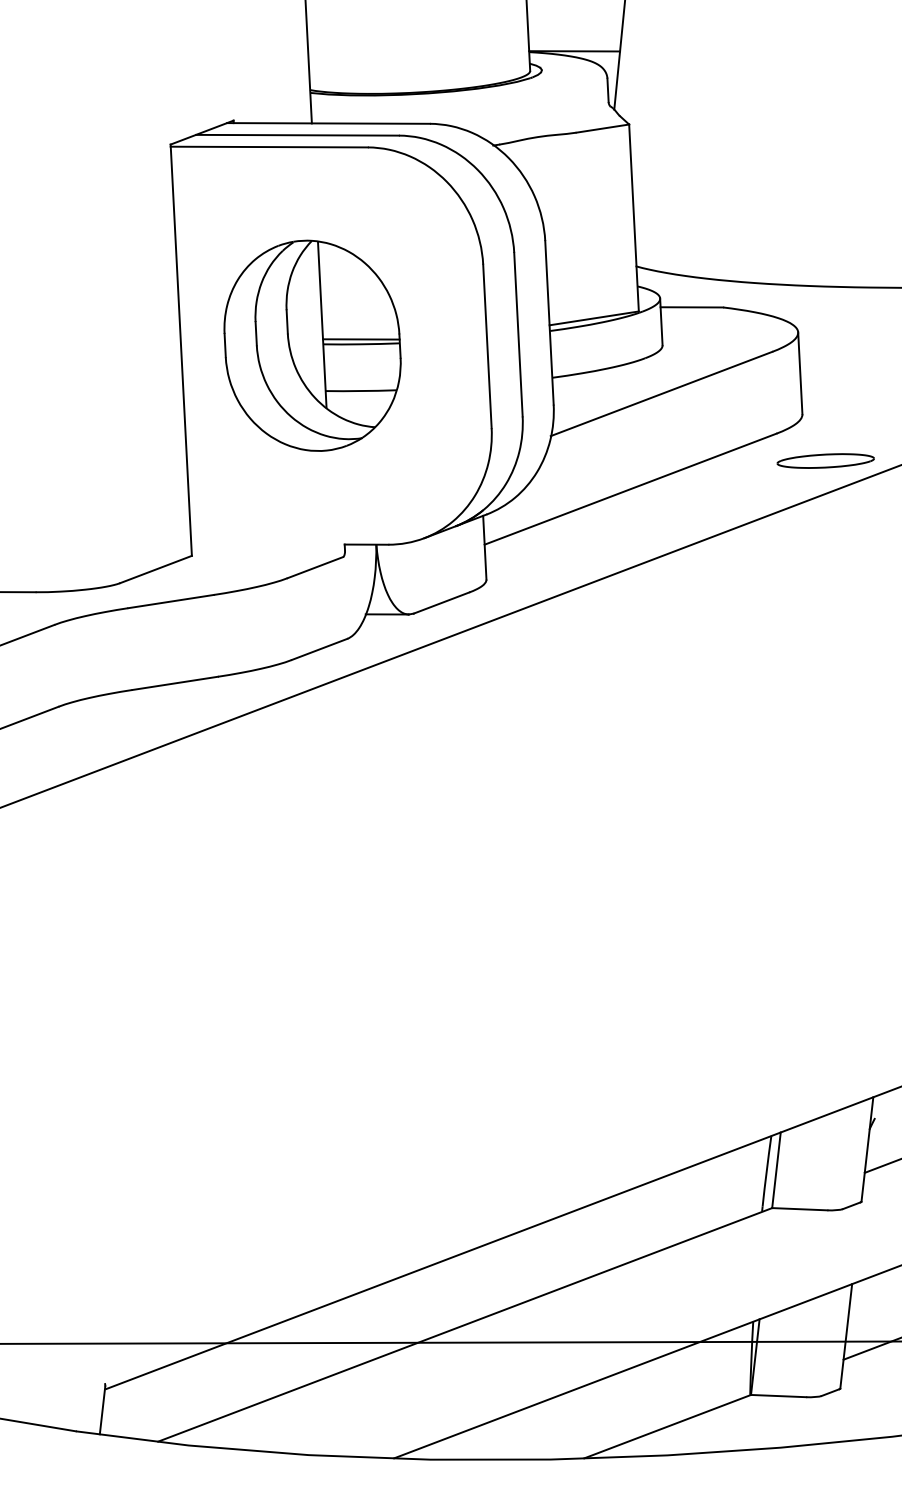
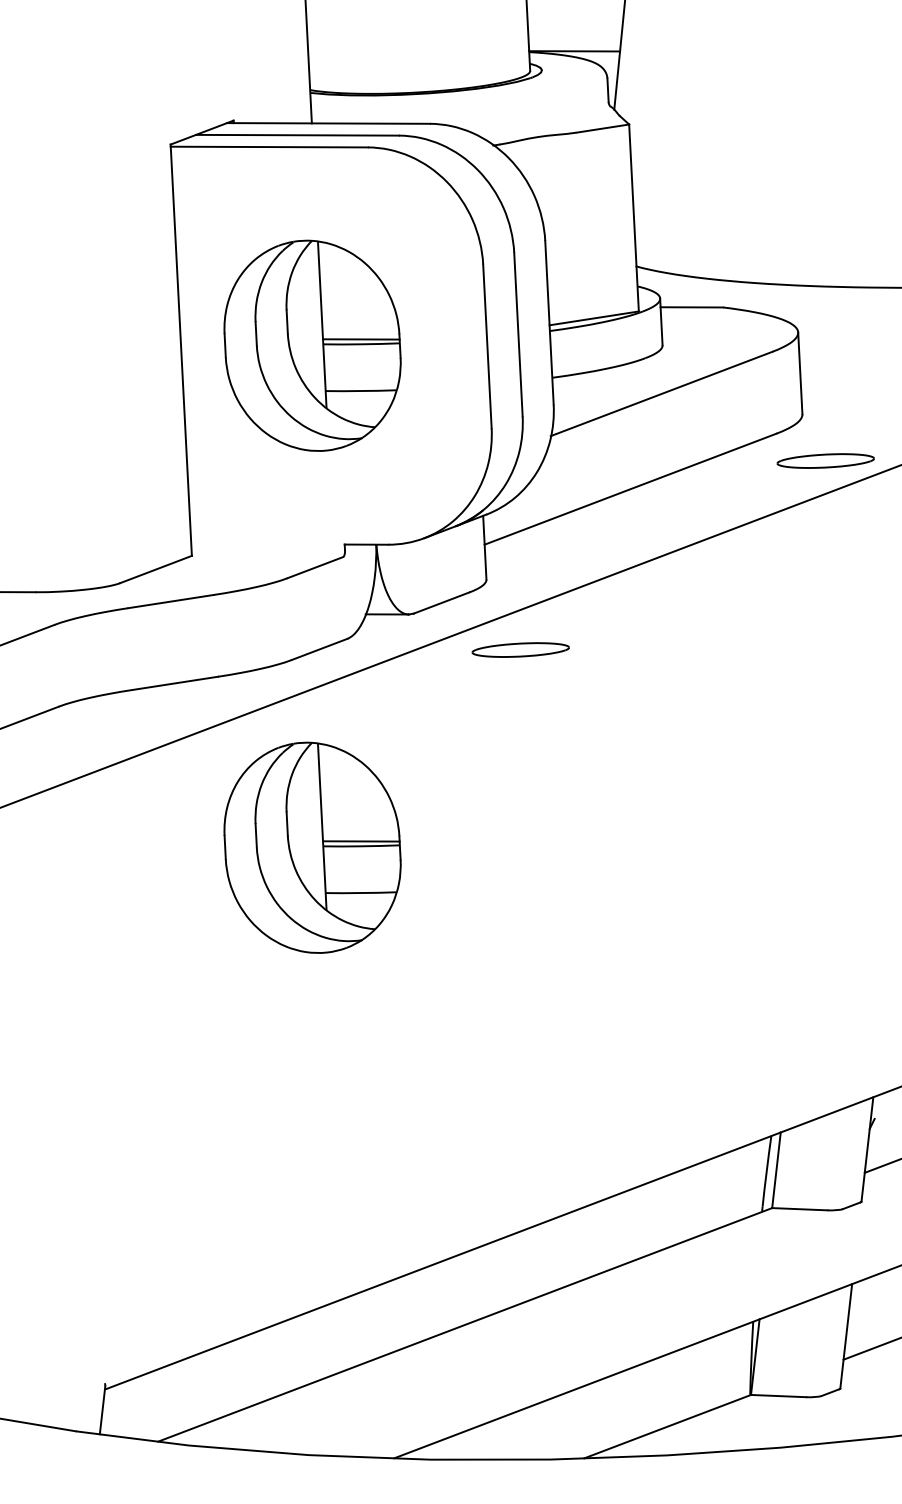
part at (520, 649): none -> present
part at (312, 847): none -> present
line at (450, 1342): present -> none
